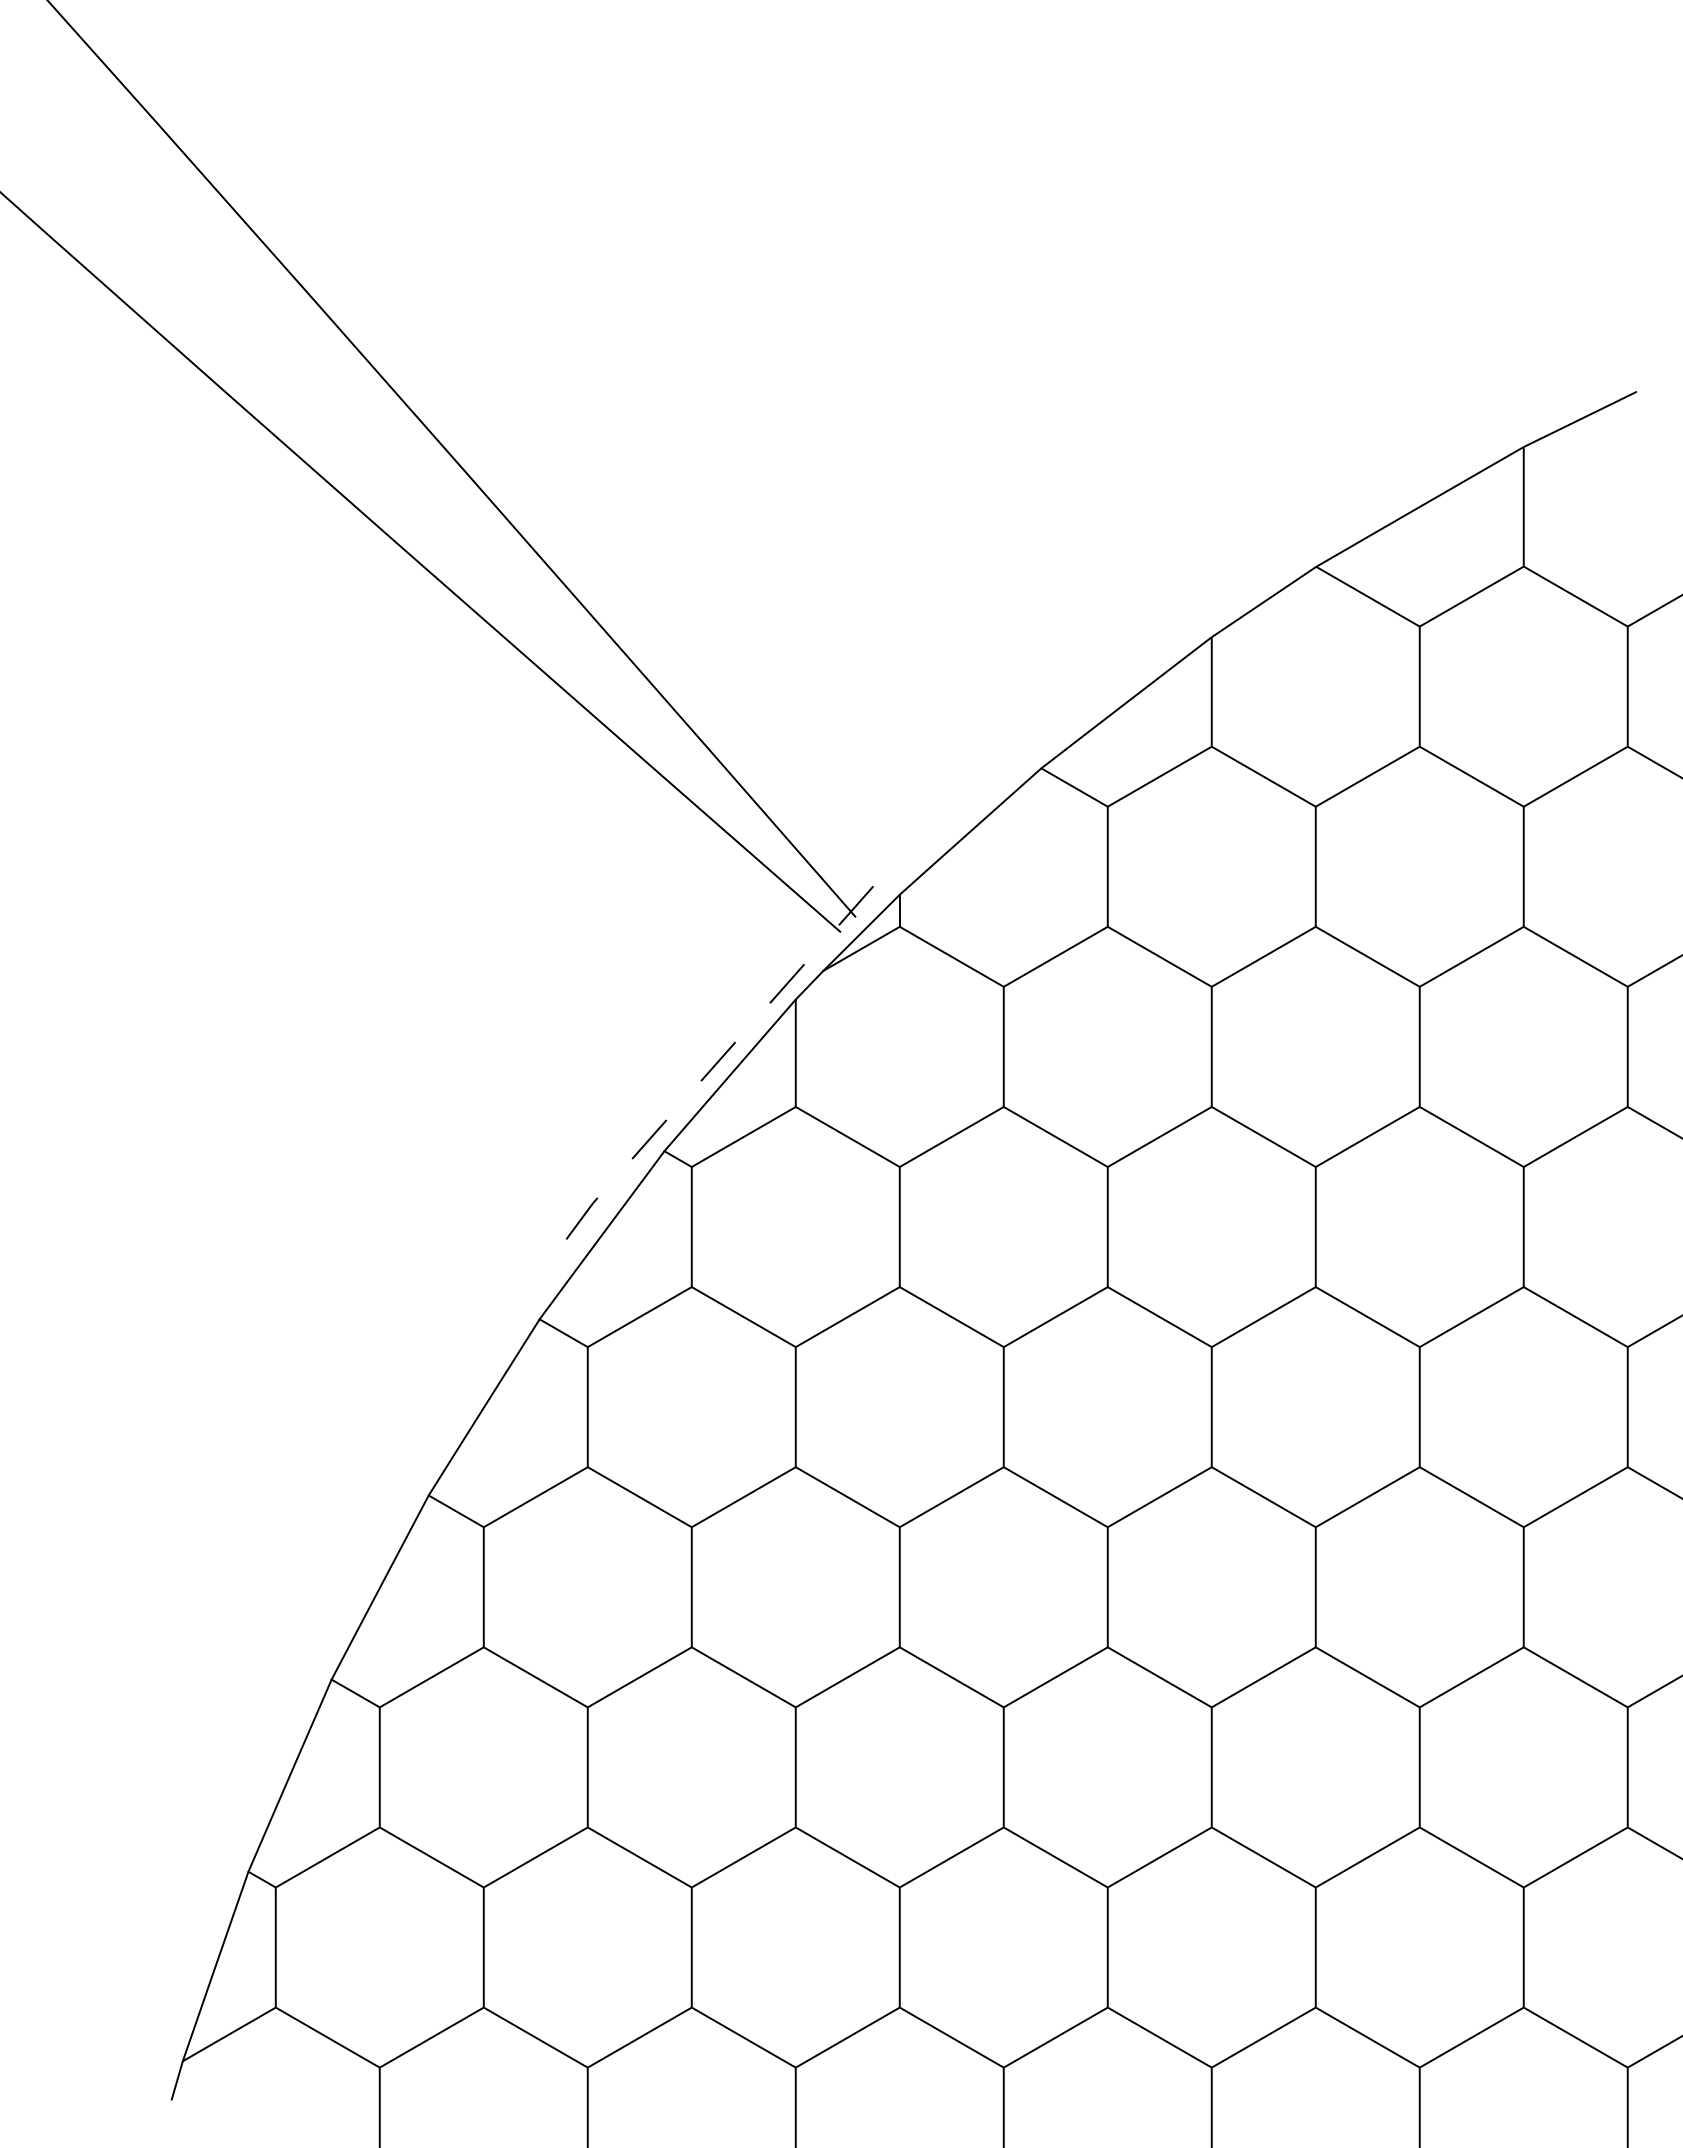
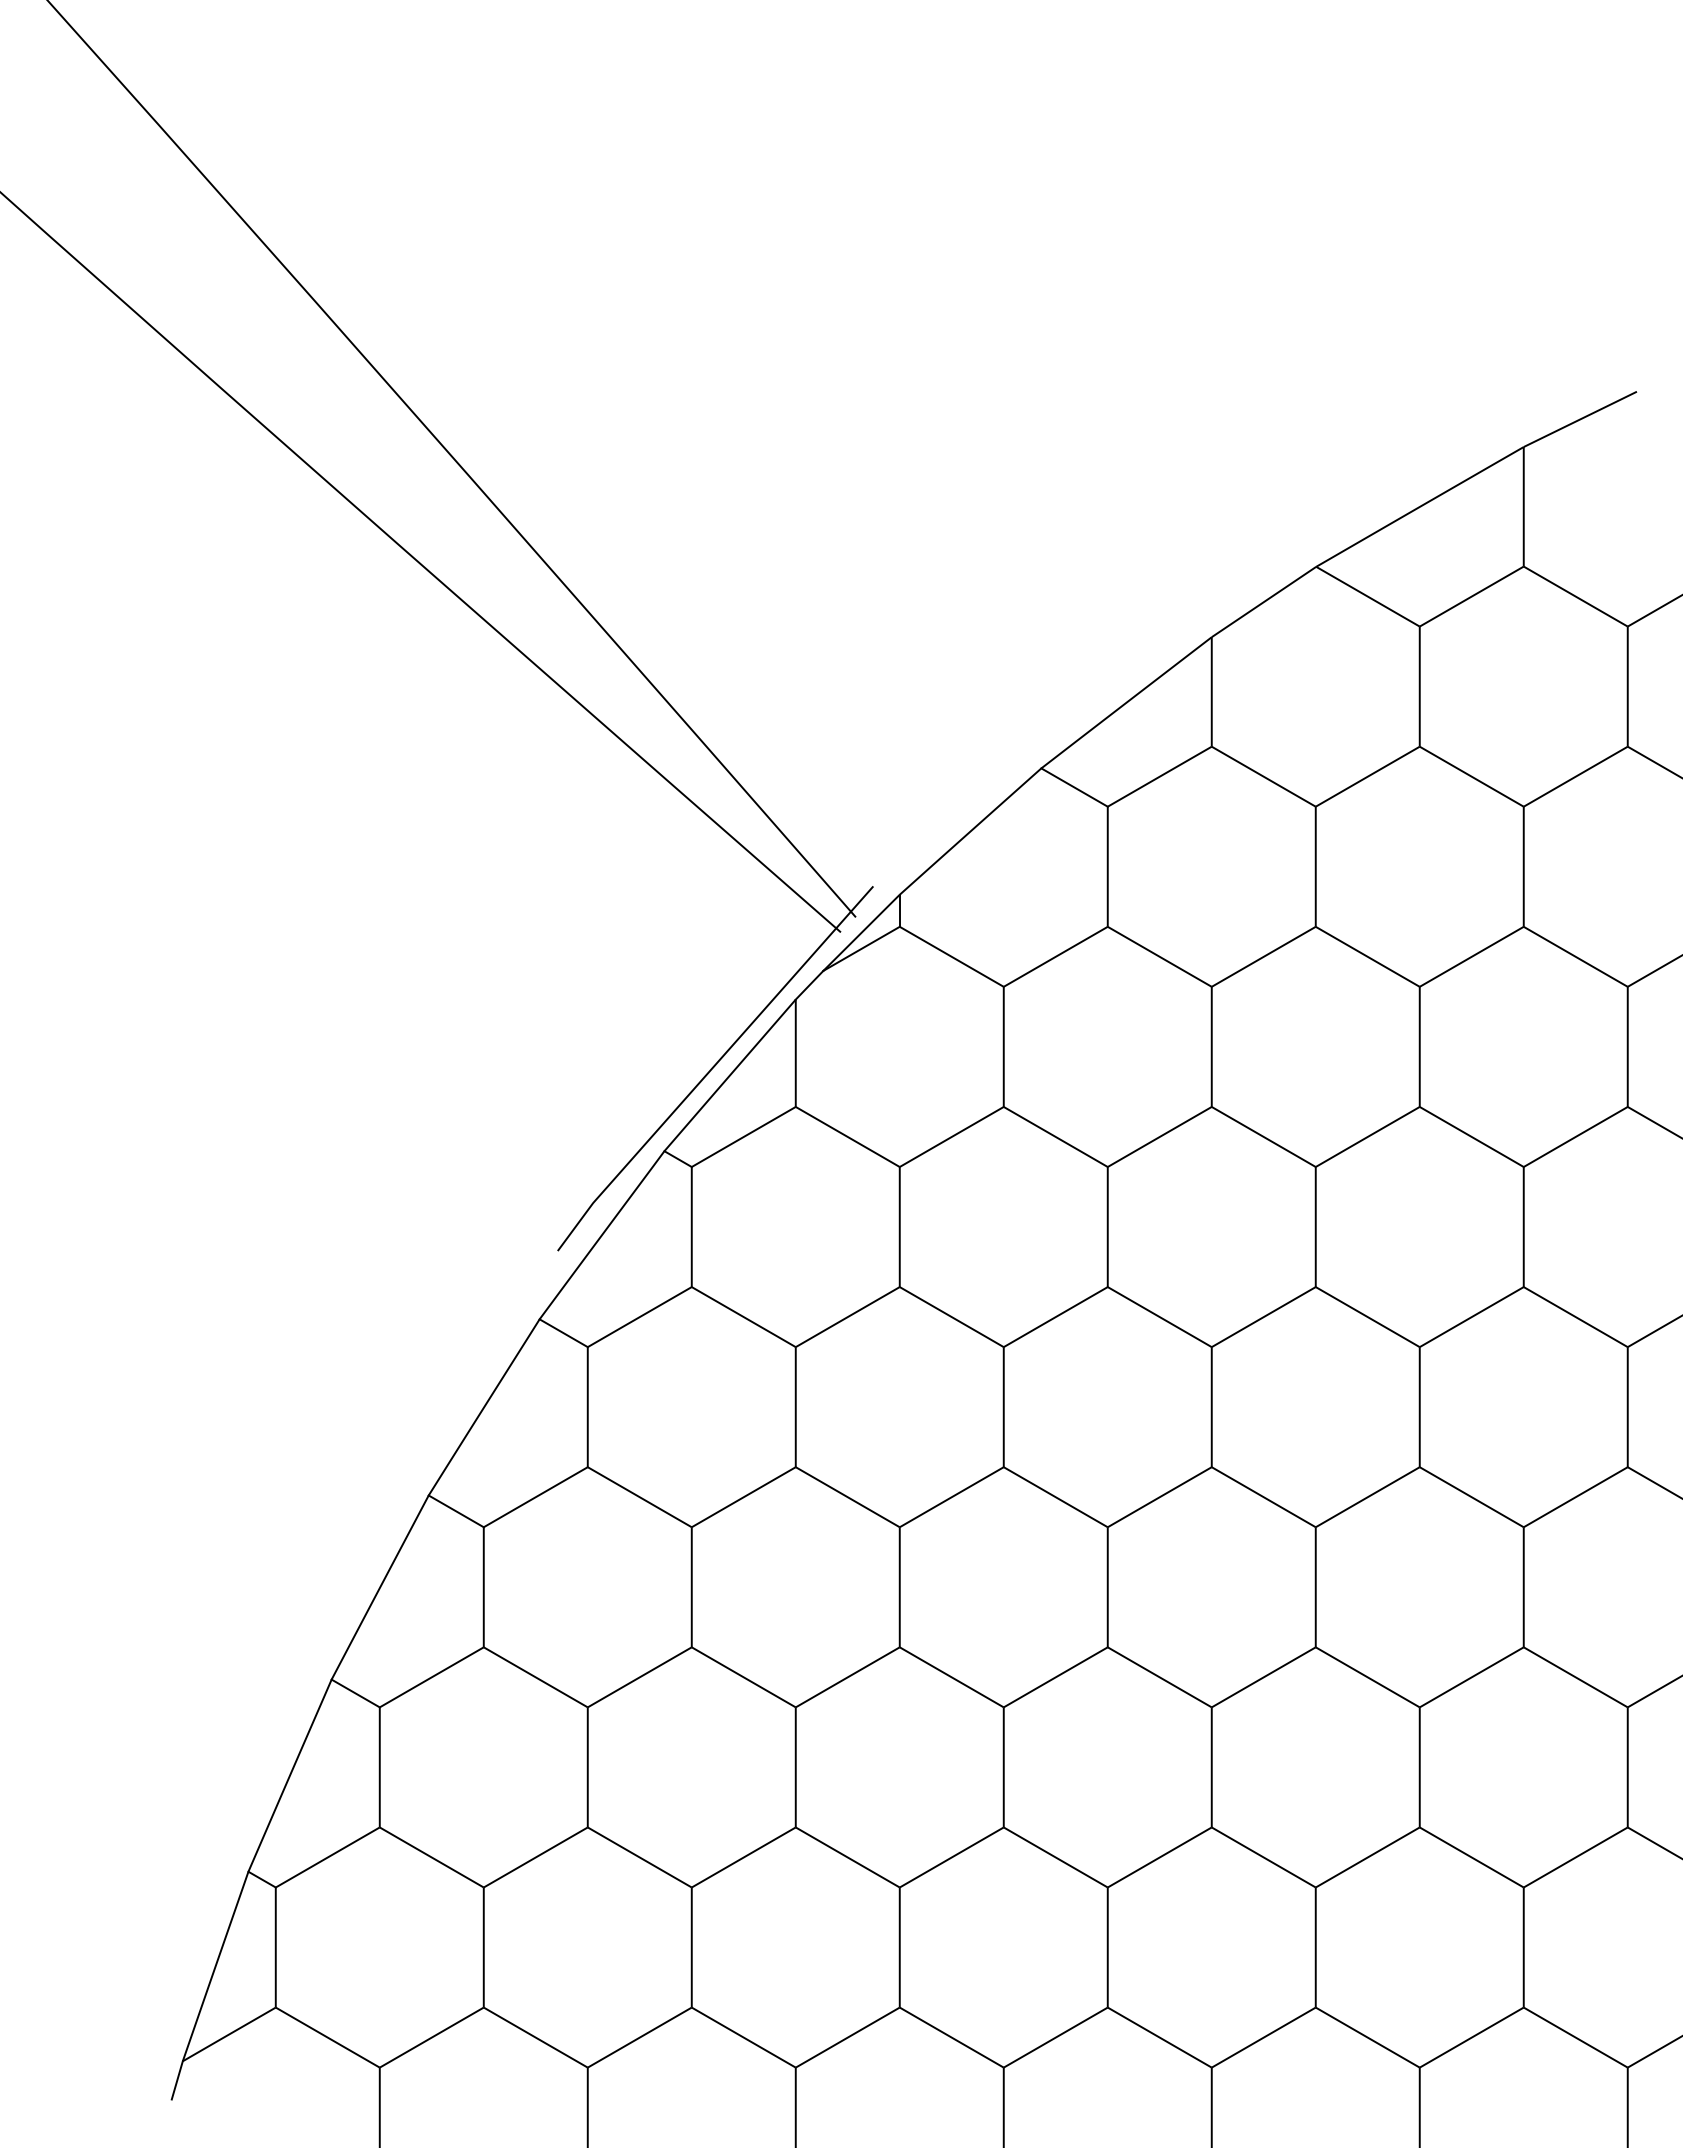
line at (713, 1067): dashed -> solid
